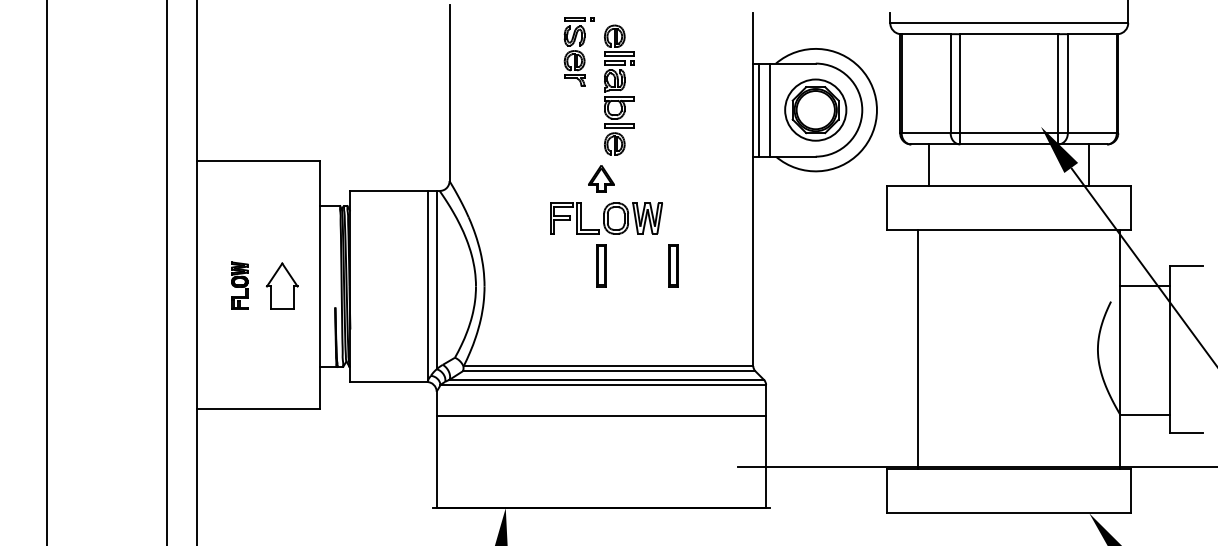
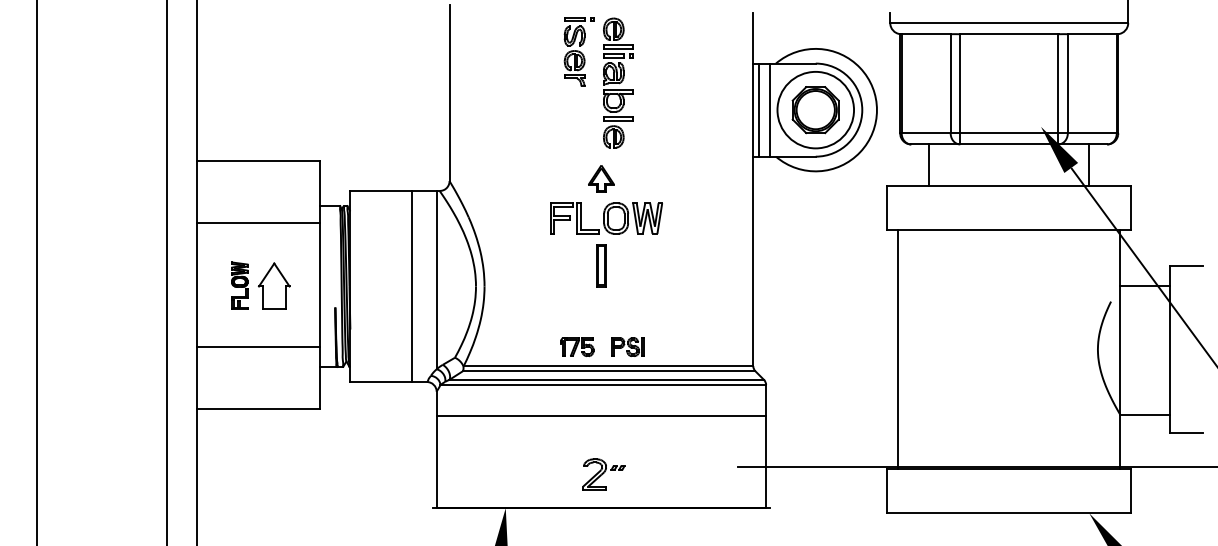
part at (619, 89) position: (619, 89) -> (618, 82)
circle at (815, 109) diameter: 61 px -> 77 px
line at (258, 223): none -> present
part at (673, 265): present -> none
line at (46, 272) position: (46, 272) -> (36, 272)
part at (281, 285) position: (281, 285) -> (273, 285)
line at (427, 286) position: (427, 286) -> (411, 286)
part at (577, 346): none -> present
part at (627, 346): none -> present
line at (258, 347): none -> present
line at (918, 349) position: (918, 349) -> (898, 349)
part at (603, 474): none -> present
